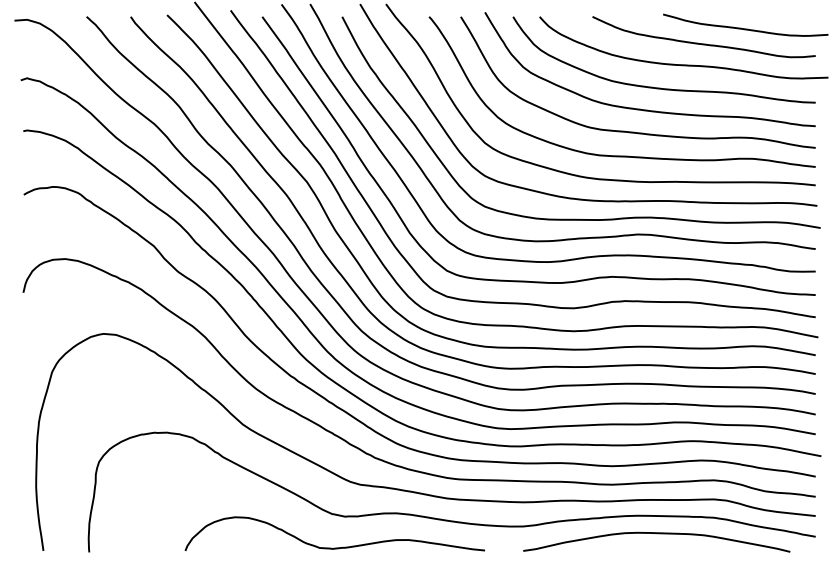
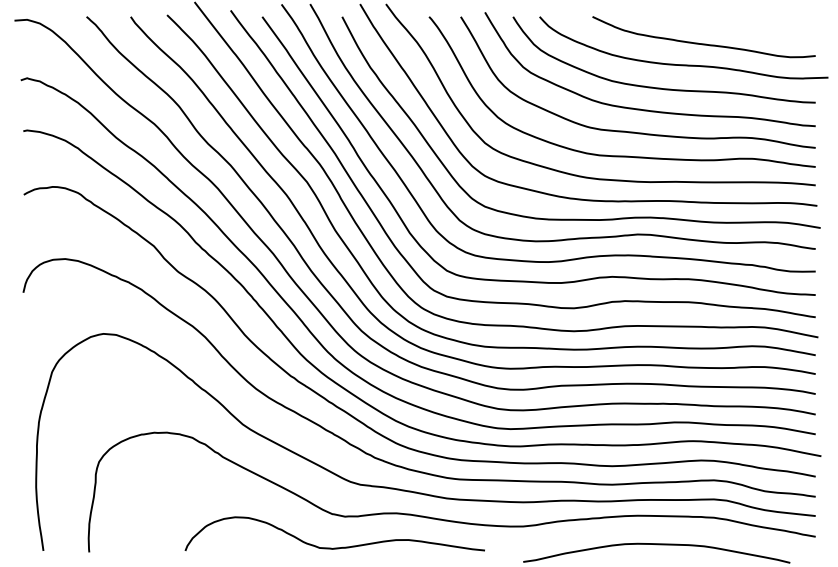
curve at (745, 28): present -> none
curve at (656, 534) position: (656, 534) -> (656, 545)
